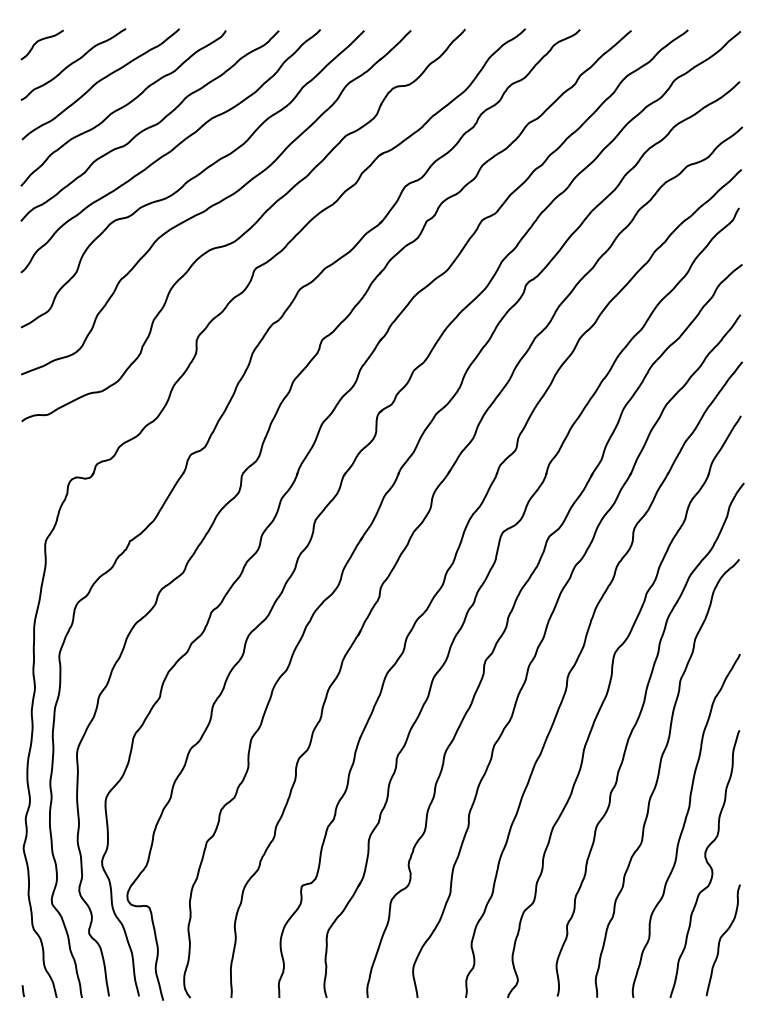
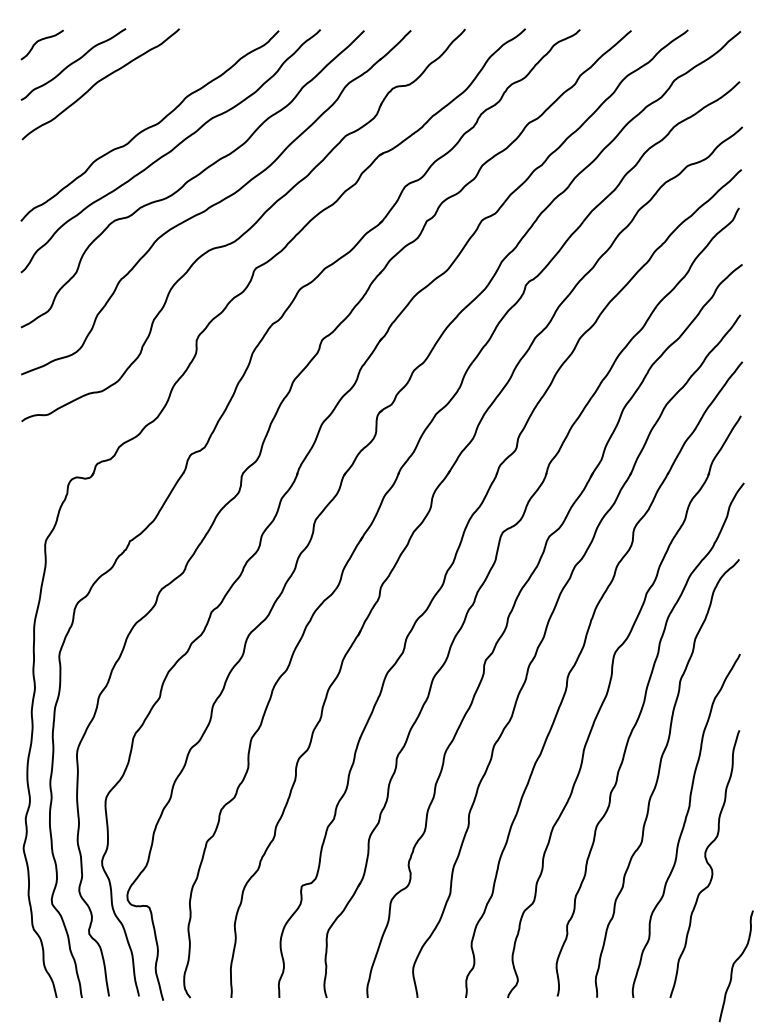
curve at (123, 107): present -> none
curve at (721, 939) position: (721, 939) -> (734, 965)
line at (22, 991): present -> none
